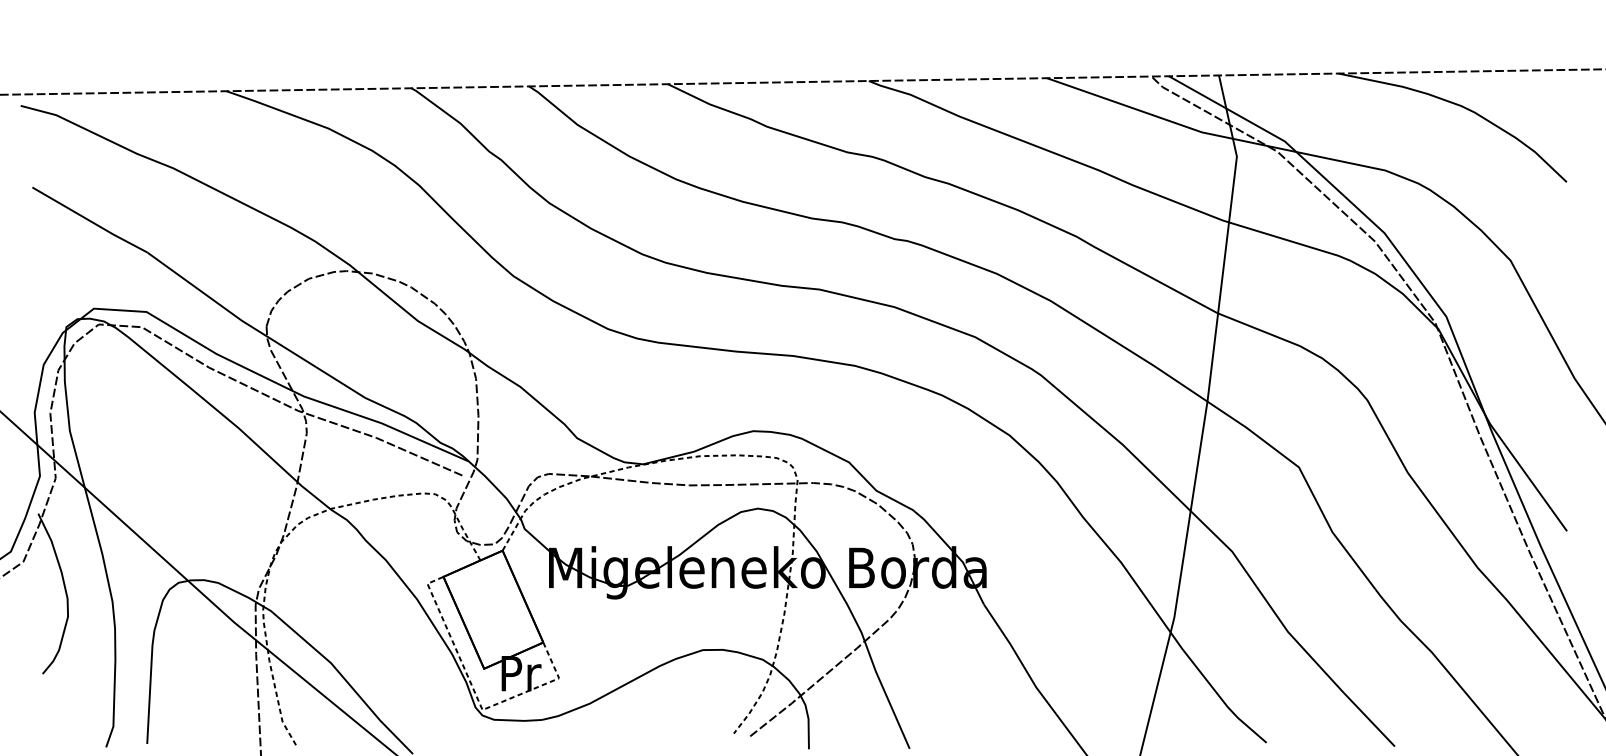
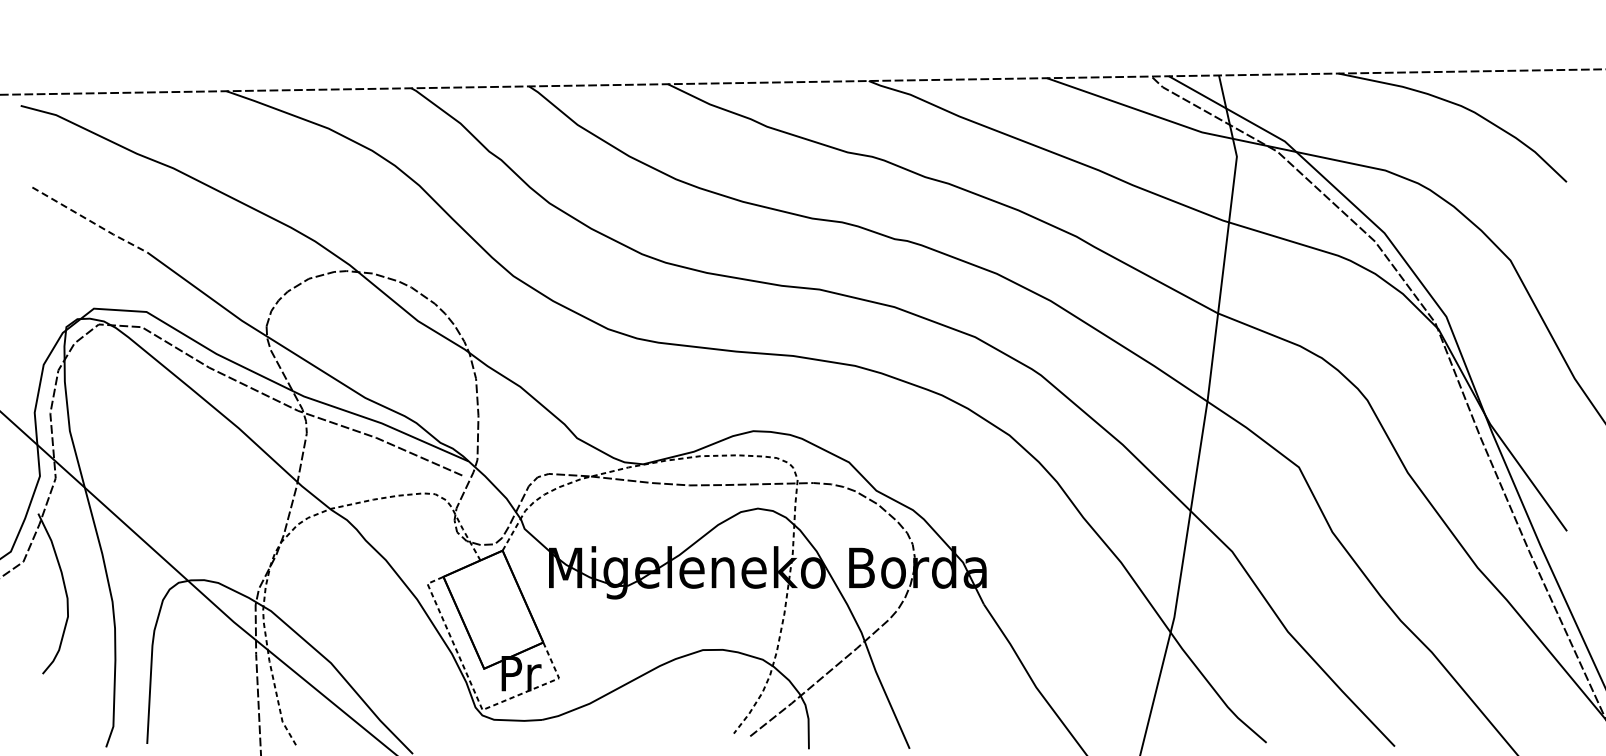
line at (90, 221): solid -> dashed
